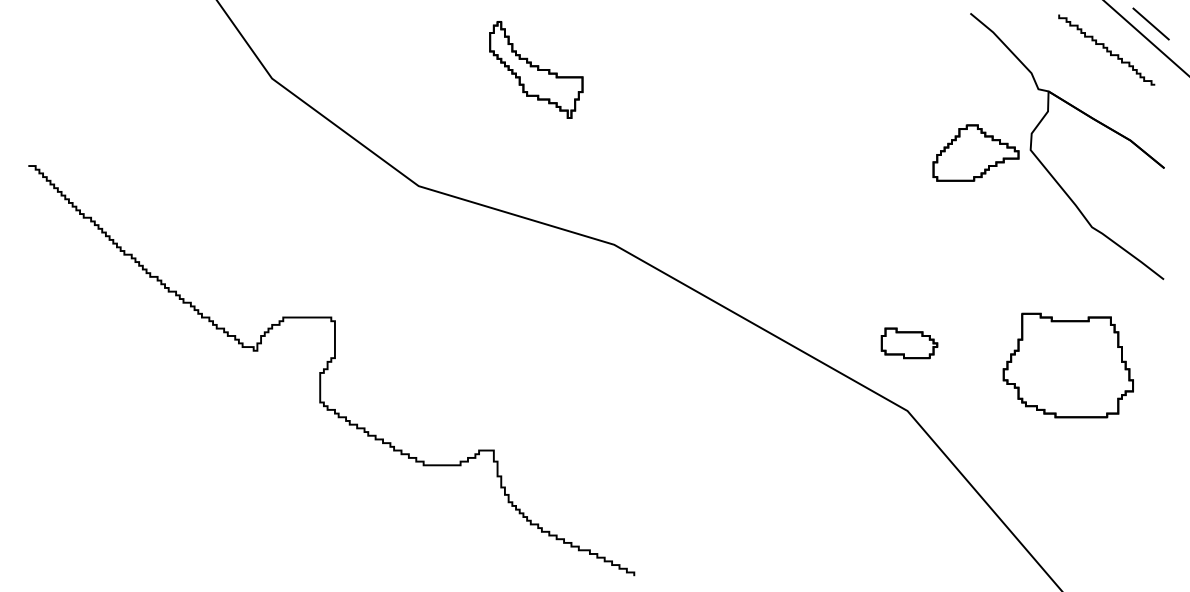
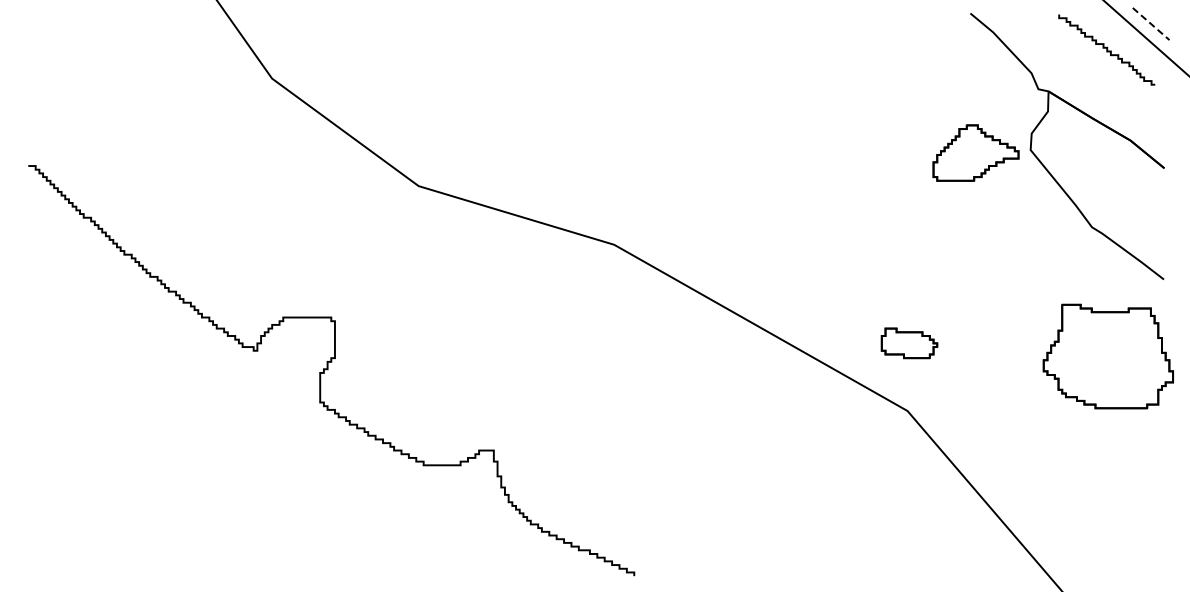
line at (1151, 24): solid -> dashed
part at (536, 69): present -> none
part at (1067, 365) position: (1067, 365) -> (1107, 356)
